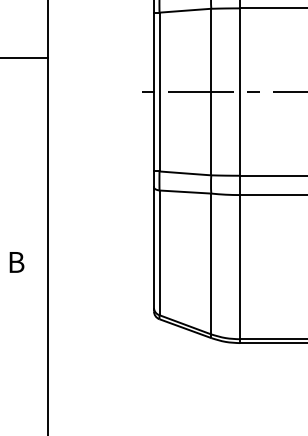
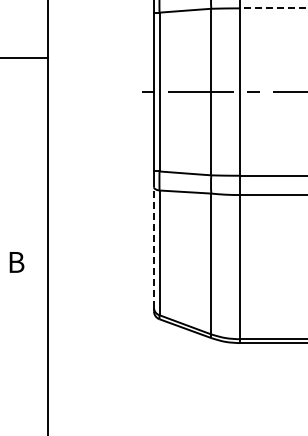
line at (273, 8): solid -> dashed
line at (154, 247): solid -> dashed
